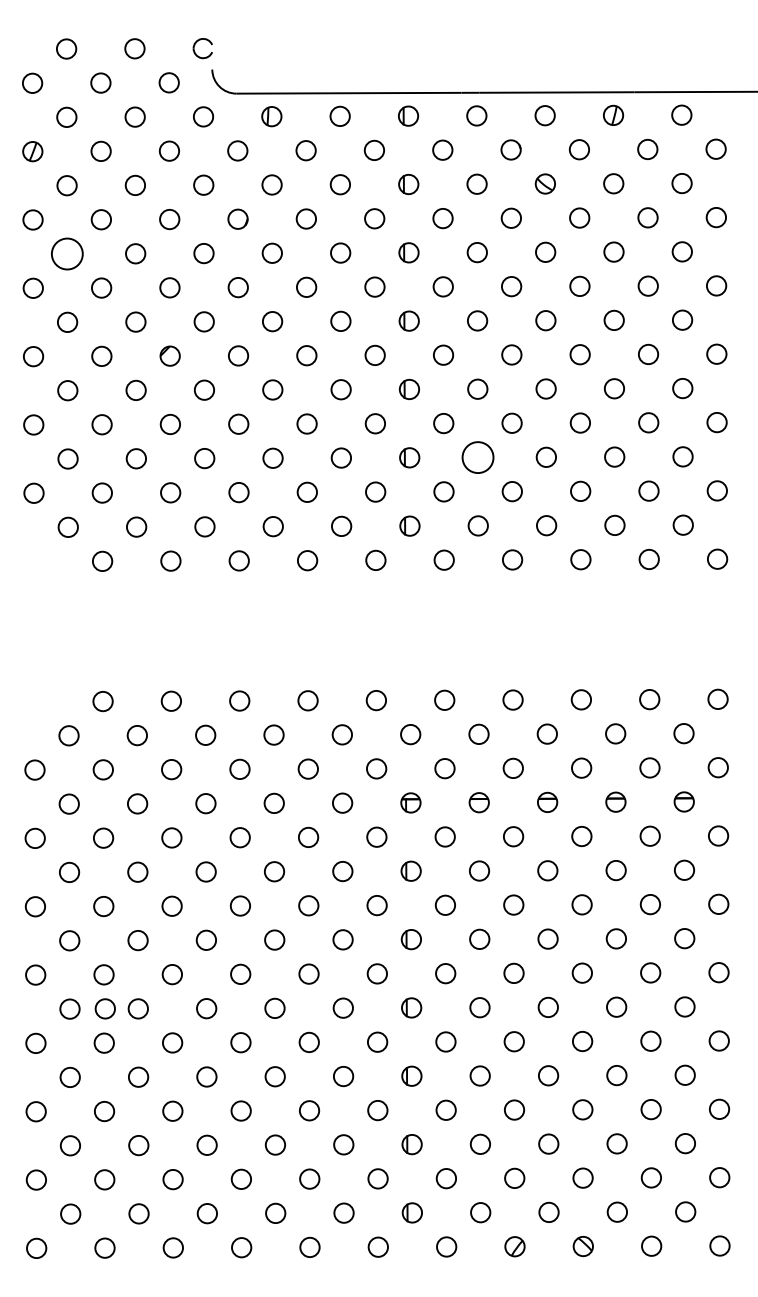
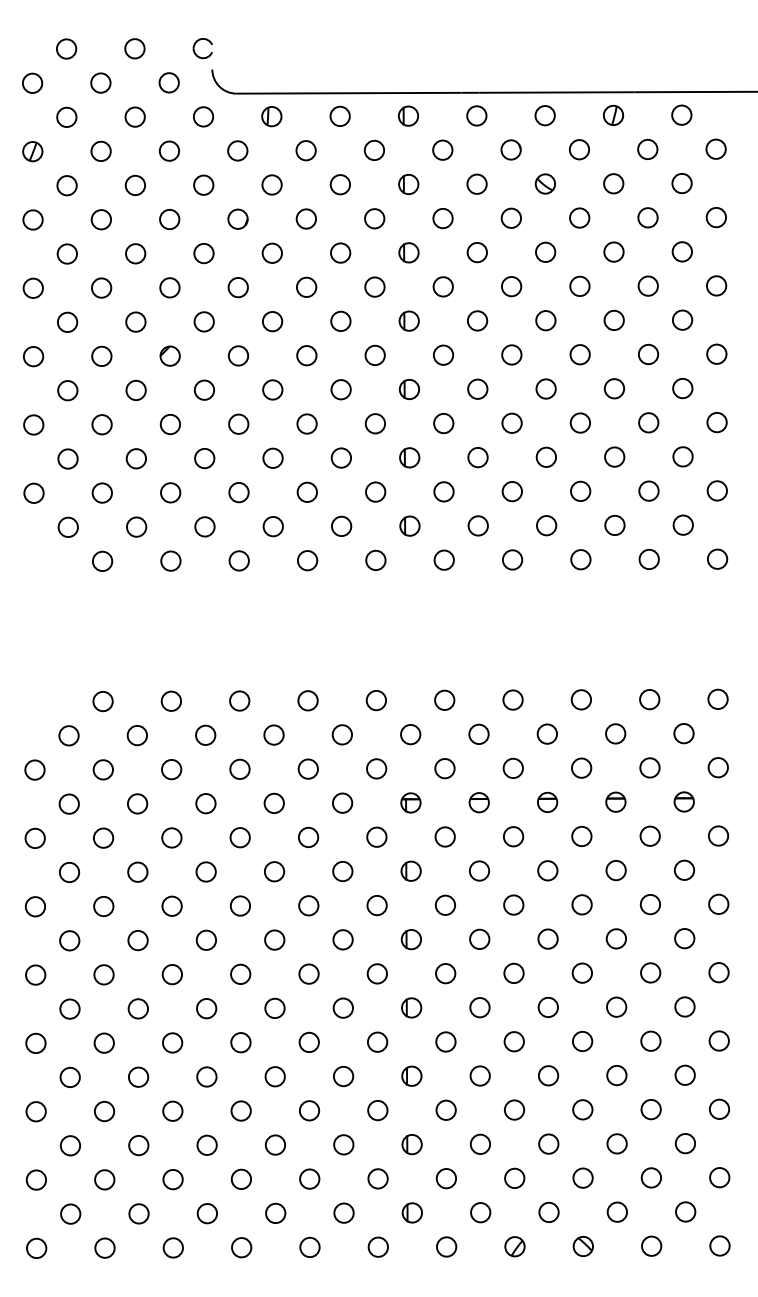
circle at (66, 253) diameter: 31 px -> 19 px
circle at (477, 457) diameter: 31 px -> 19 px
circle at (104, 1008): present -> none
